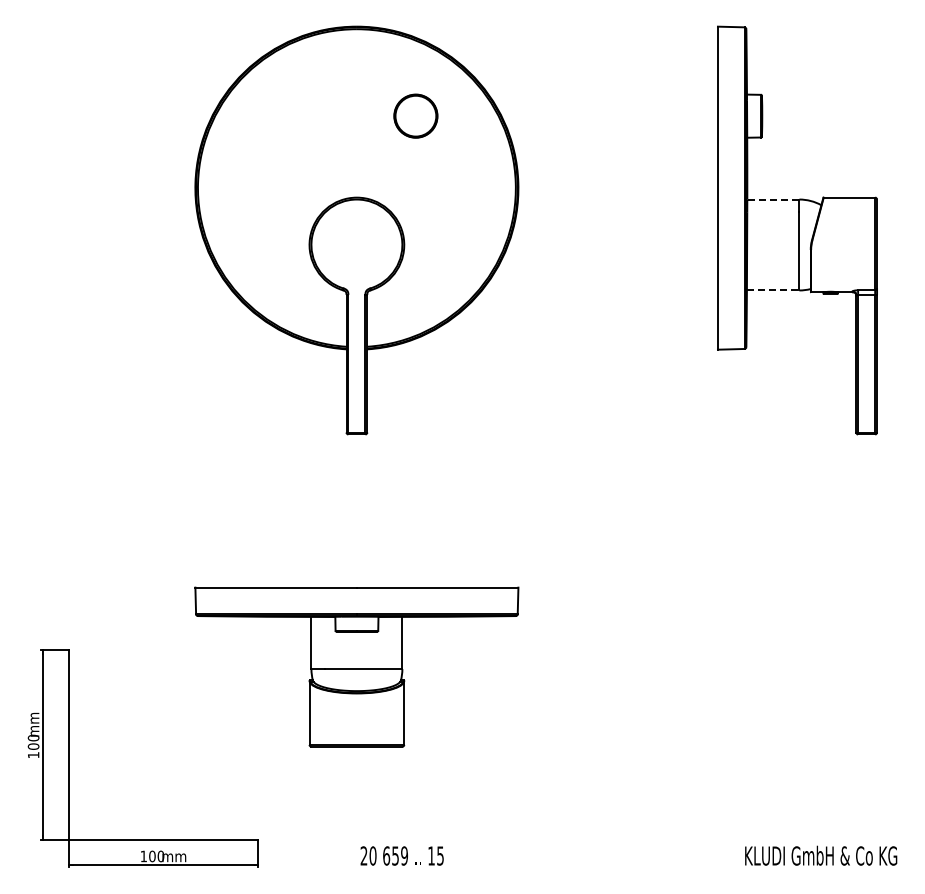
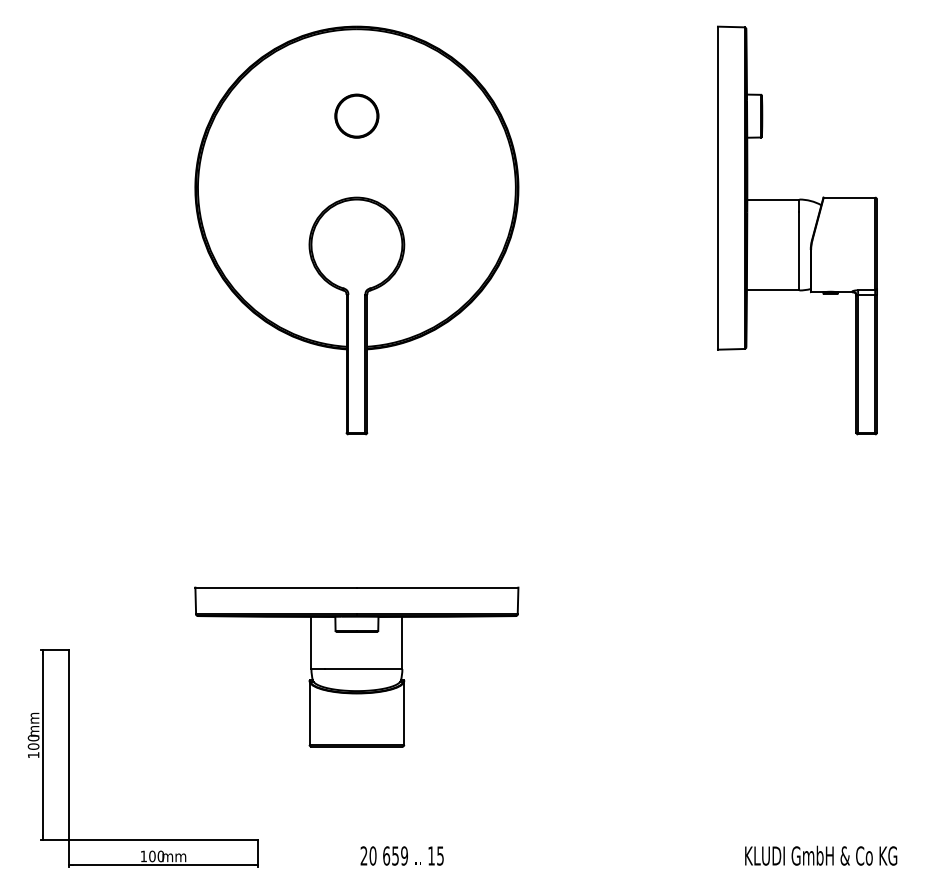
part at (415, 115) position: (415, 115) -> (356, 115)
line at (772, 199): dashed -> solid
line at (773, 290): dashed -> solid
